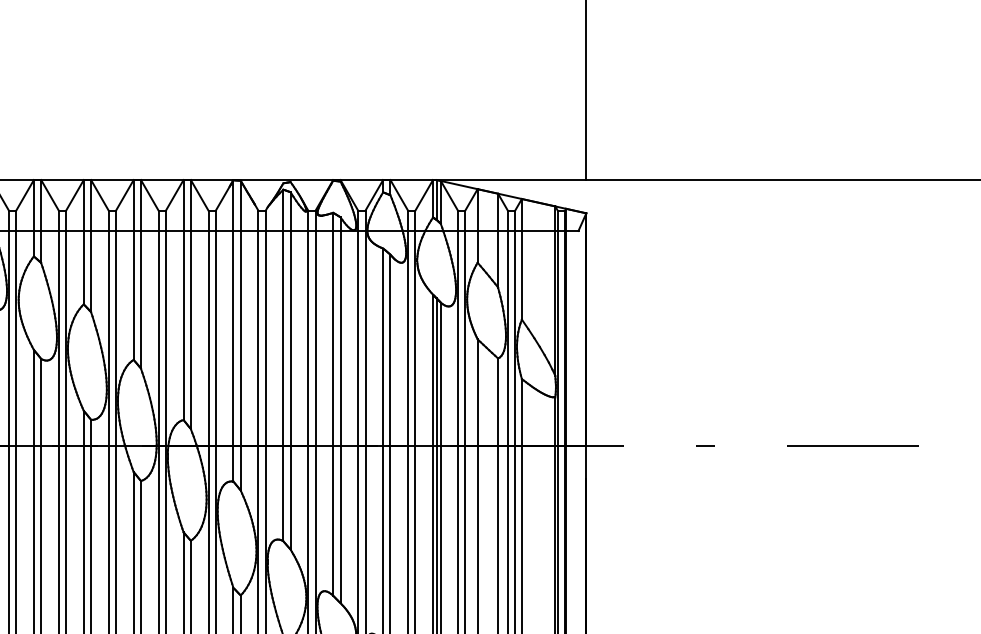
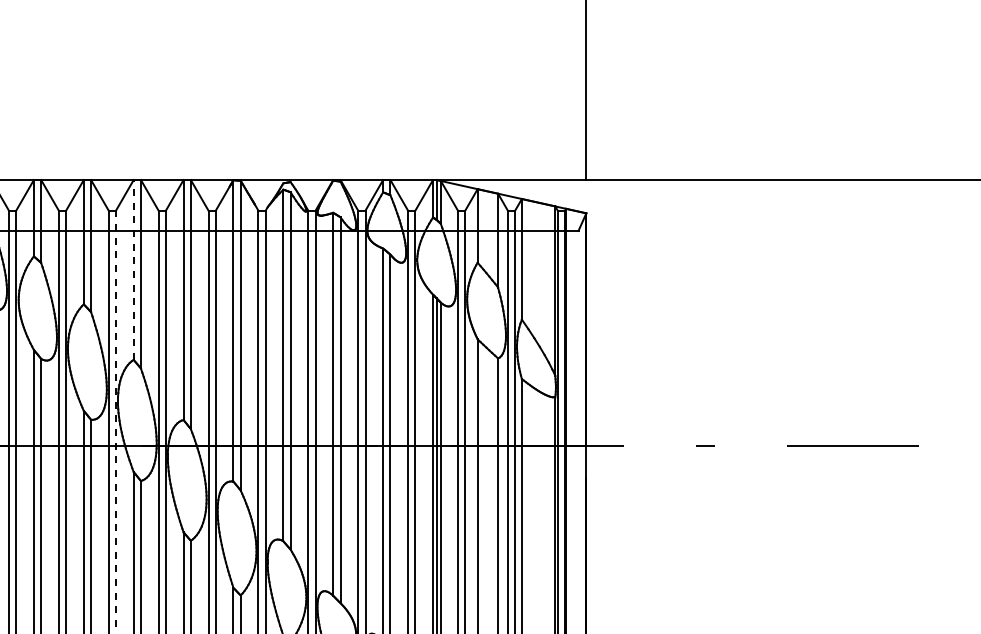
line at (133, 269): solid -> dashed
line at (116, 421): solid -> dashed
